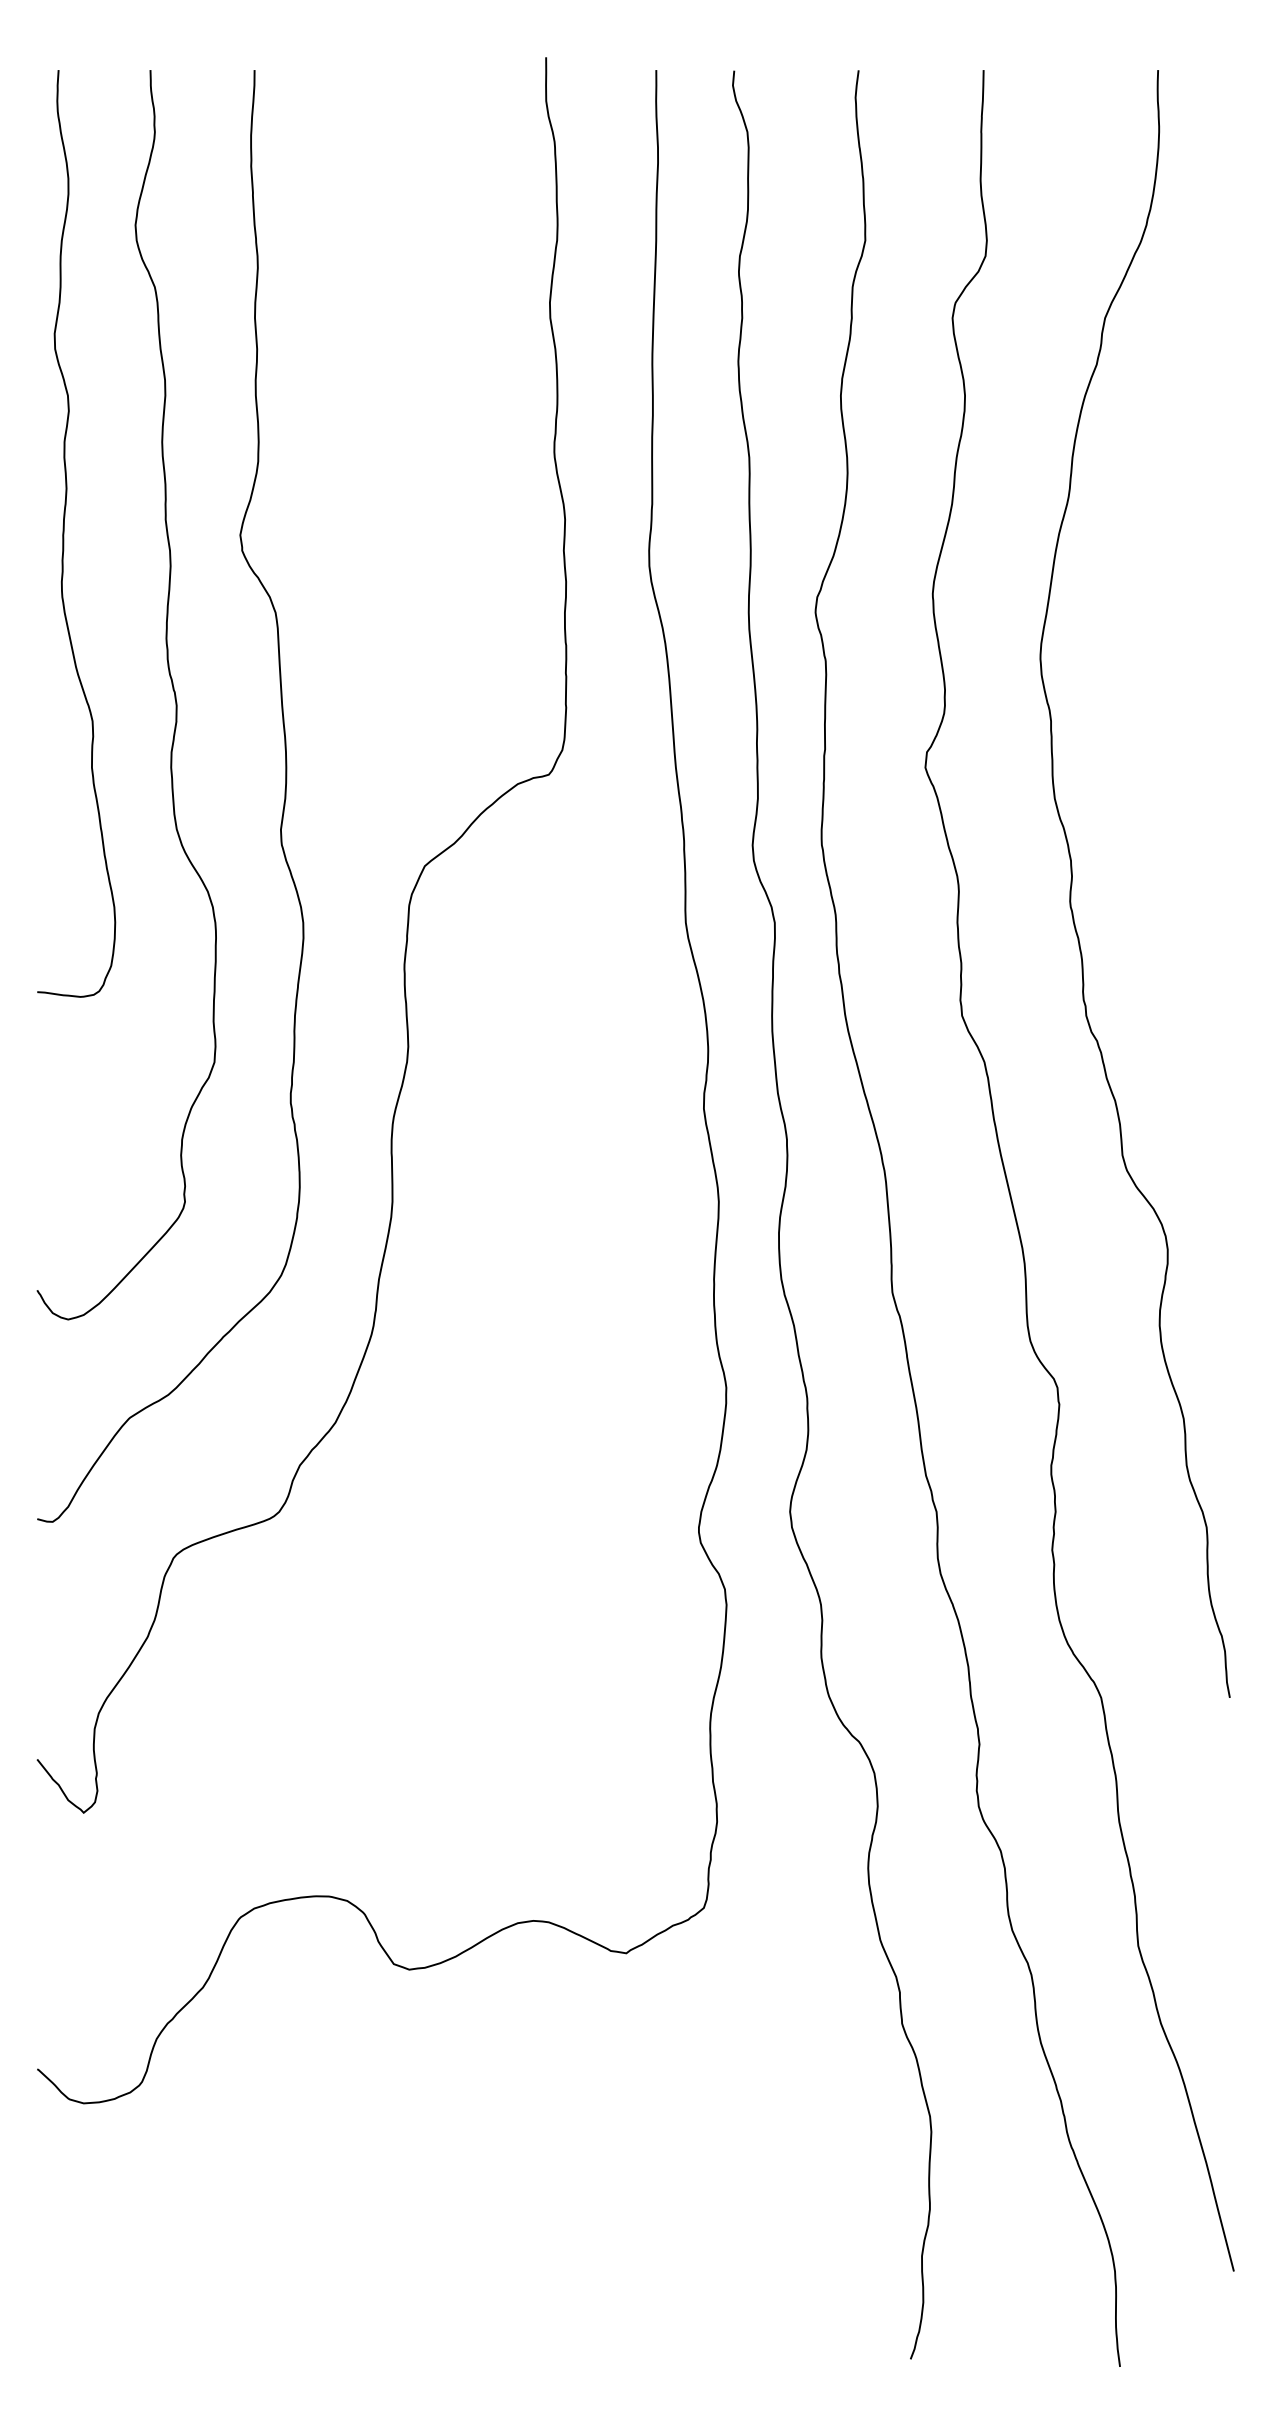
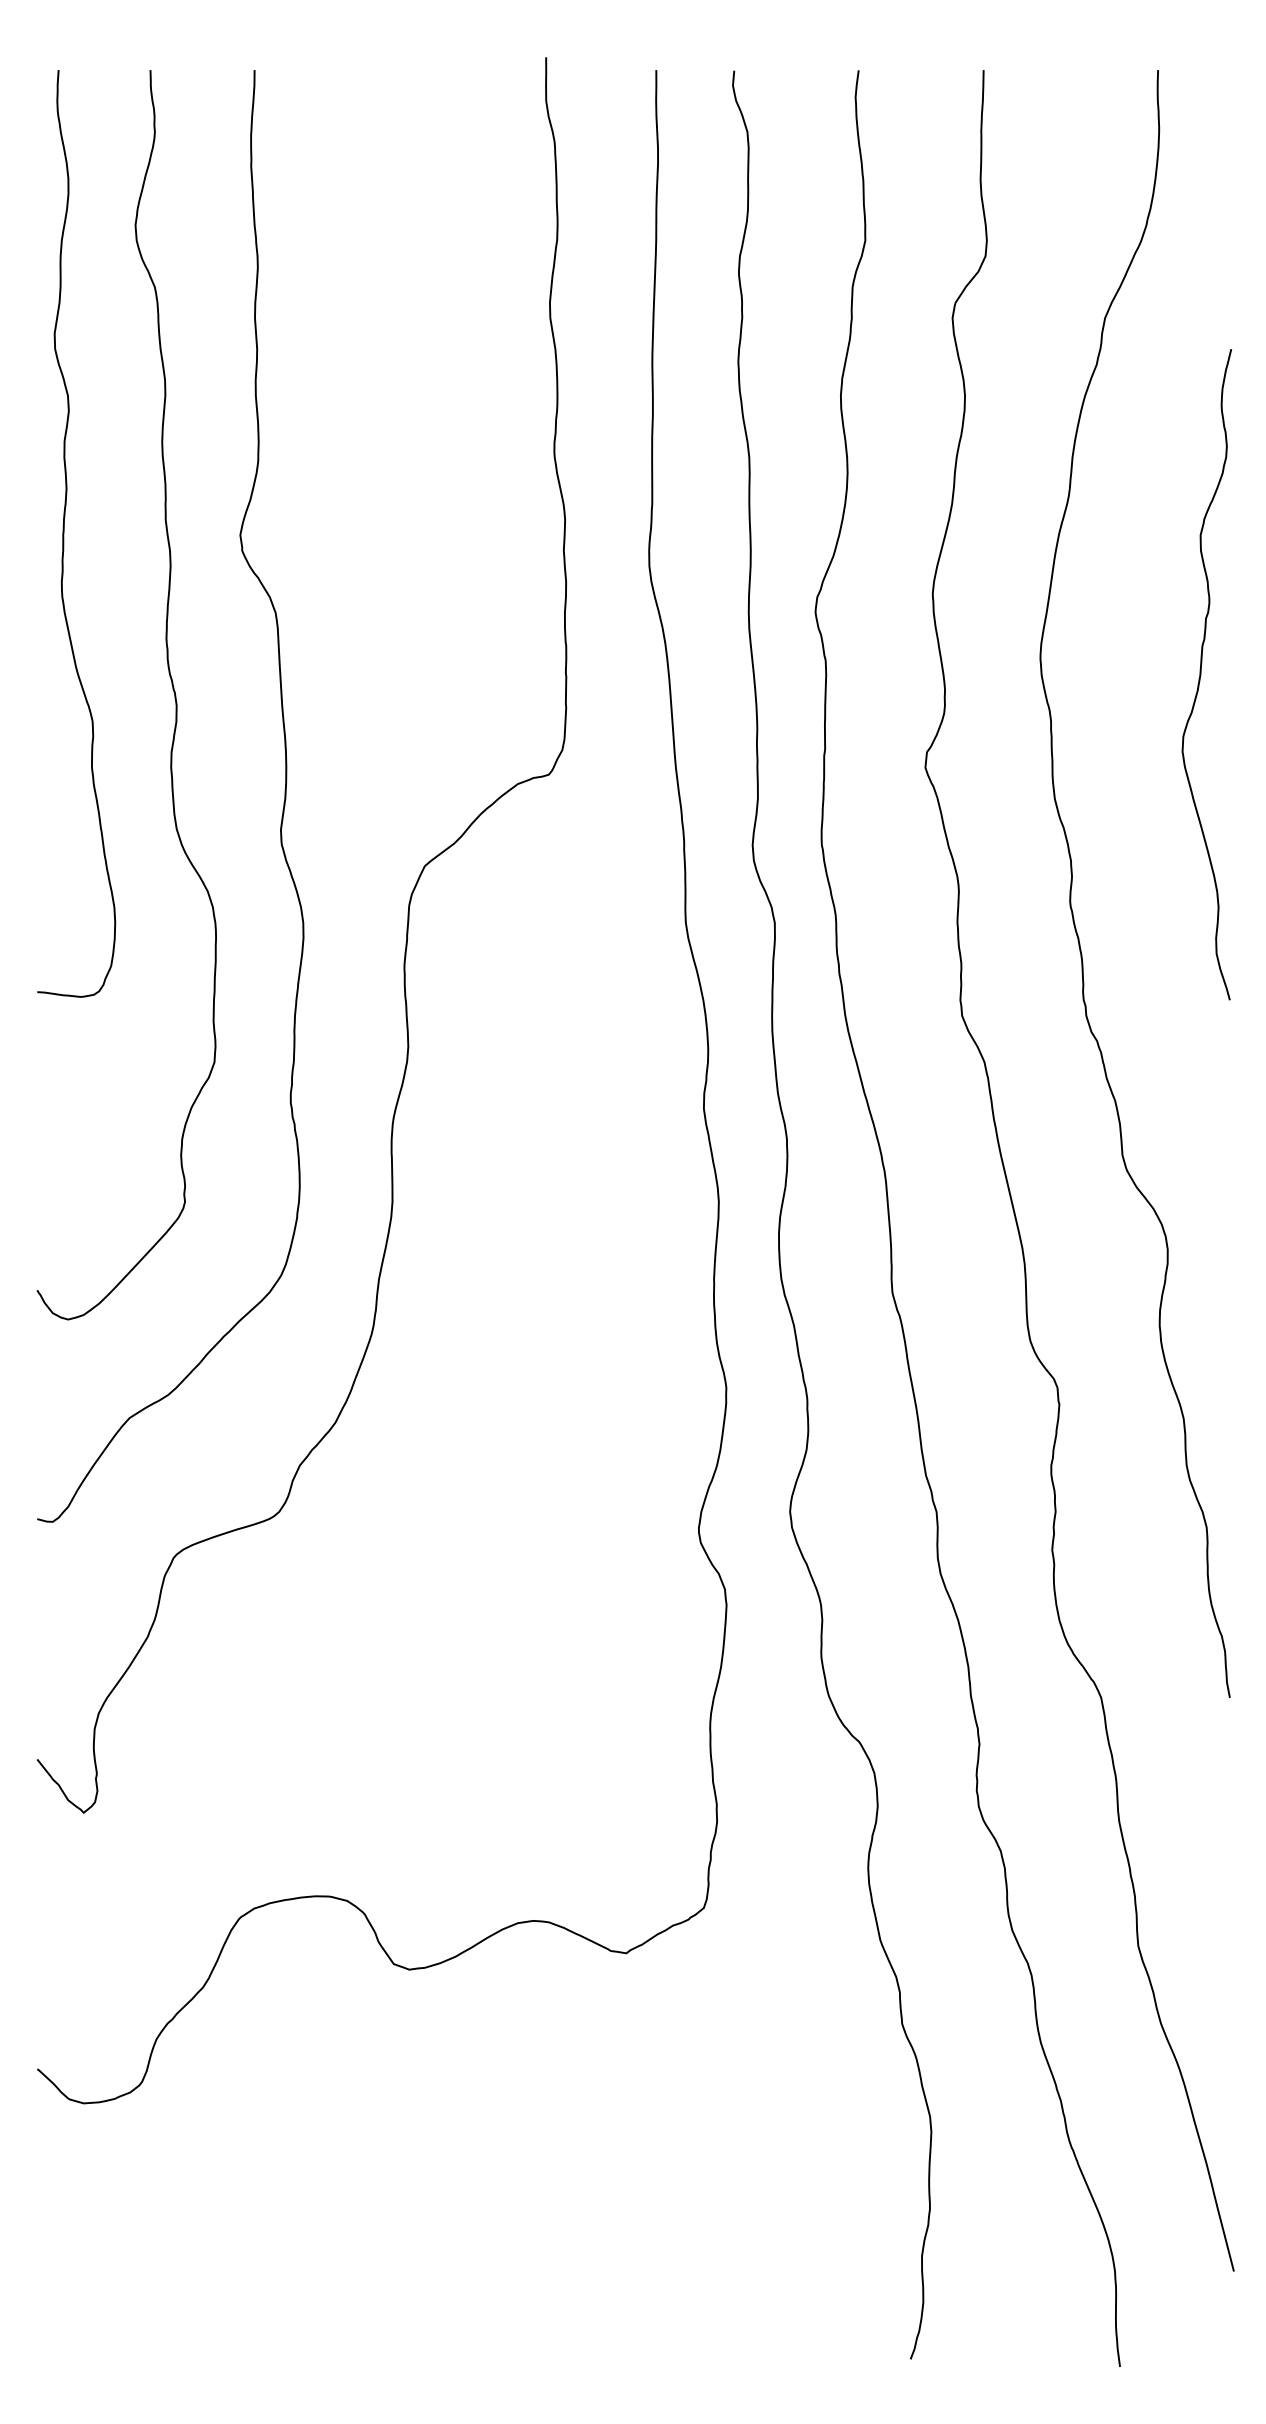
curve at (1201, 674): none -> present
